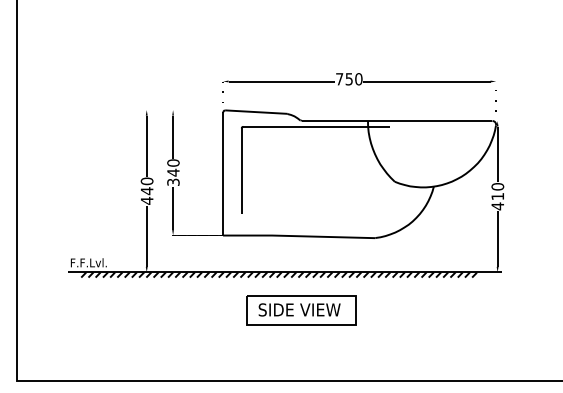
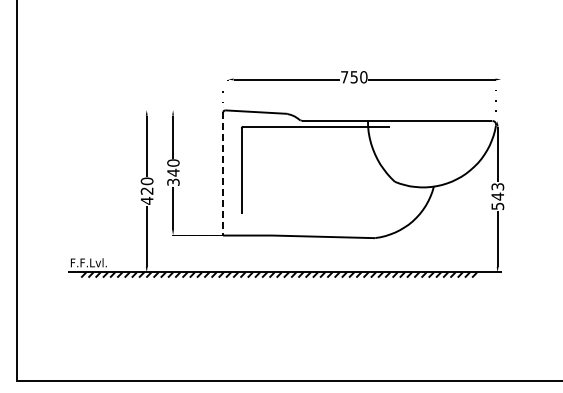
part at (358, 79) position: (358, 79) -> (363, 77)
line at (223, 173): solid -> dashed
text at (146, 191): 440 -> 420
text at (497, 196): 410 -> 543
part at (301, 310): present -> none
